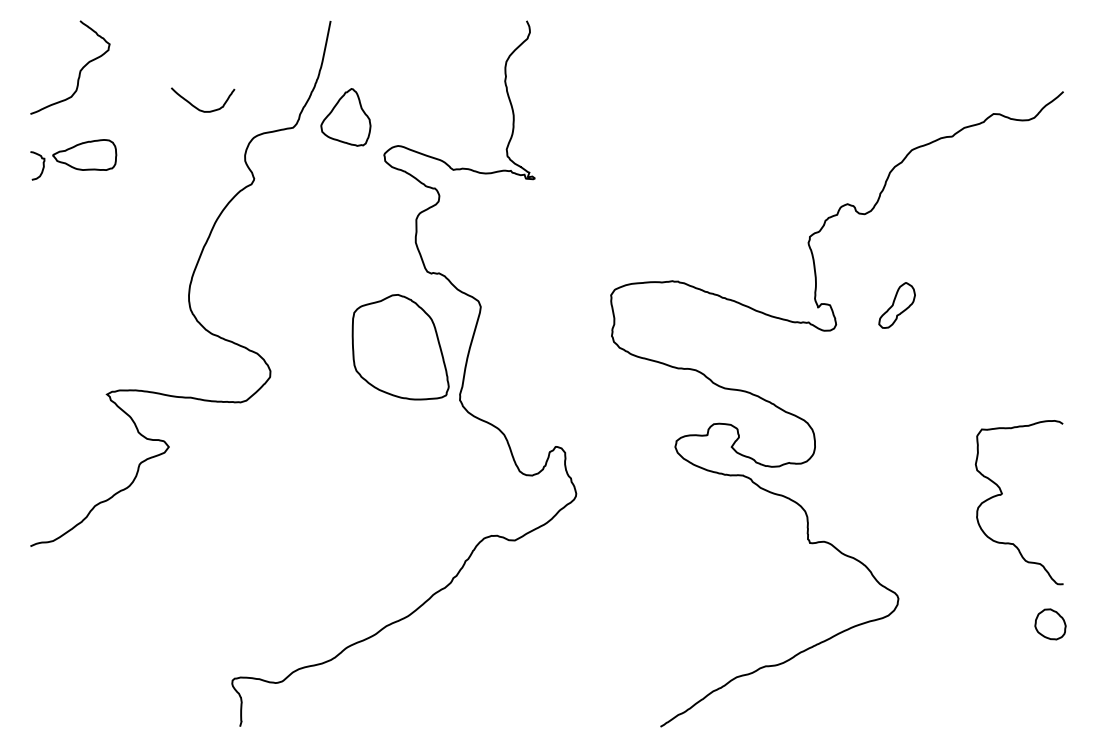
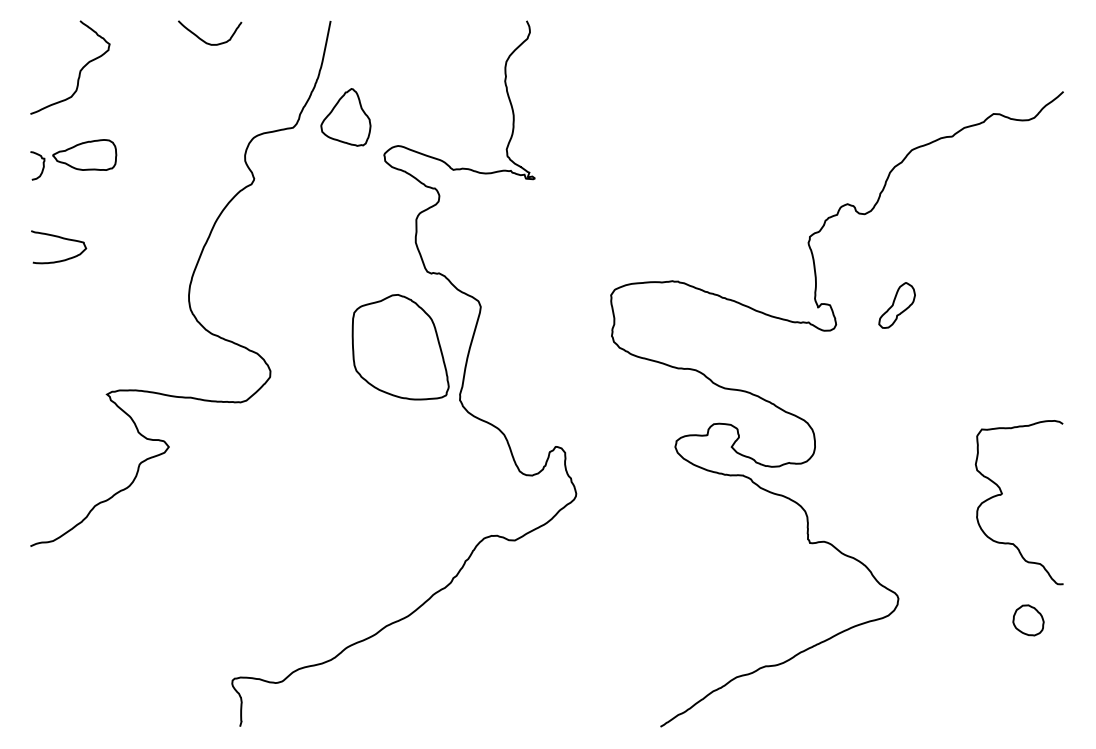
curve at (197, 107) position: (197, 107) -> (204, 40)
curve at (63, 239): none -> present
part at (1050, 624) position: (1050, 624) -> (1028, 620)
